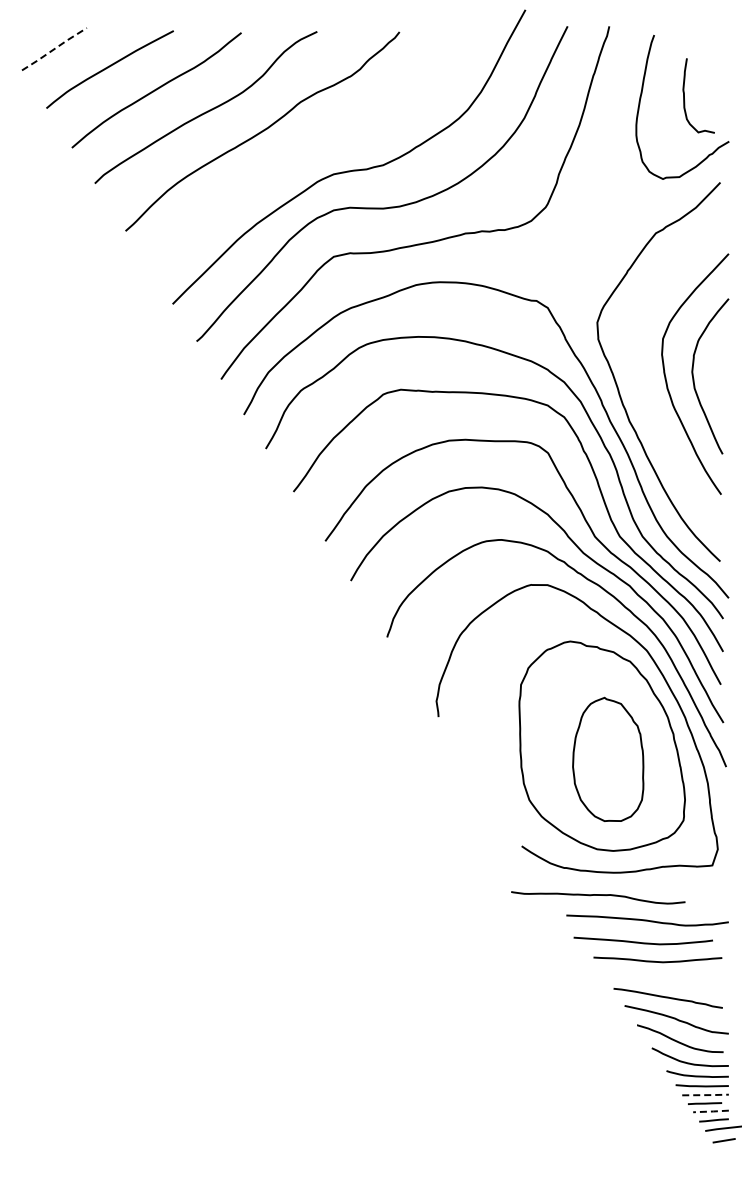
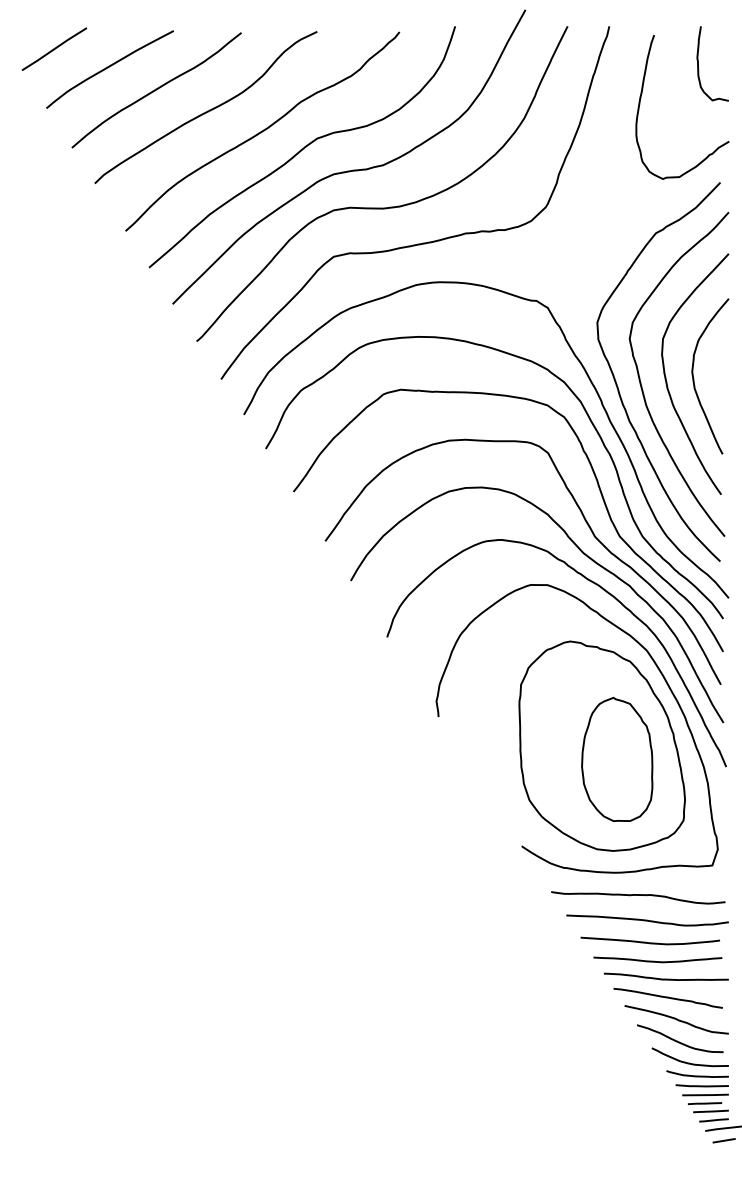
line at (54, 48): dashed -> solid
curve at (684, 95) position: (684, 95) -> (698, 63)
curve at (301, 148): none -> present
curve at (641, 382): none -> present
part at (608, 758) position: (608, 758) -> (617, 758)
curve at (598, 895) position: (598, 895) -> (638, 895)
curve at (642, 942) position: (642, 942) -> (649, 942)
curve at (665, 978): none -> present
line at (706, 1095): dashed -> solid
line at (710, 1111): dashed -> solid
